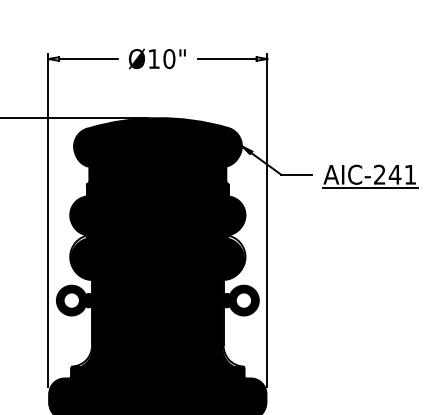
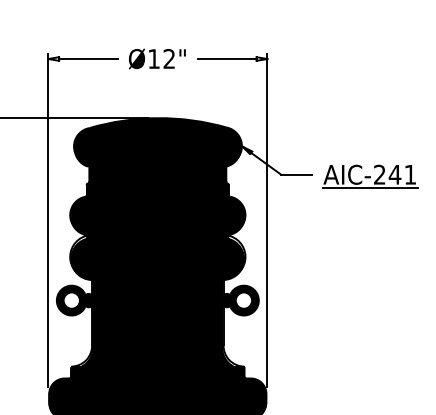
text at (169, 59): Ø10" -> Ø12"
